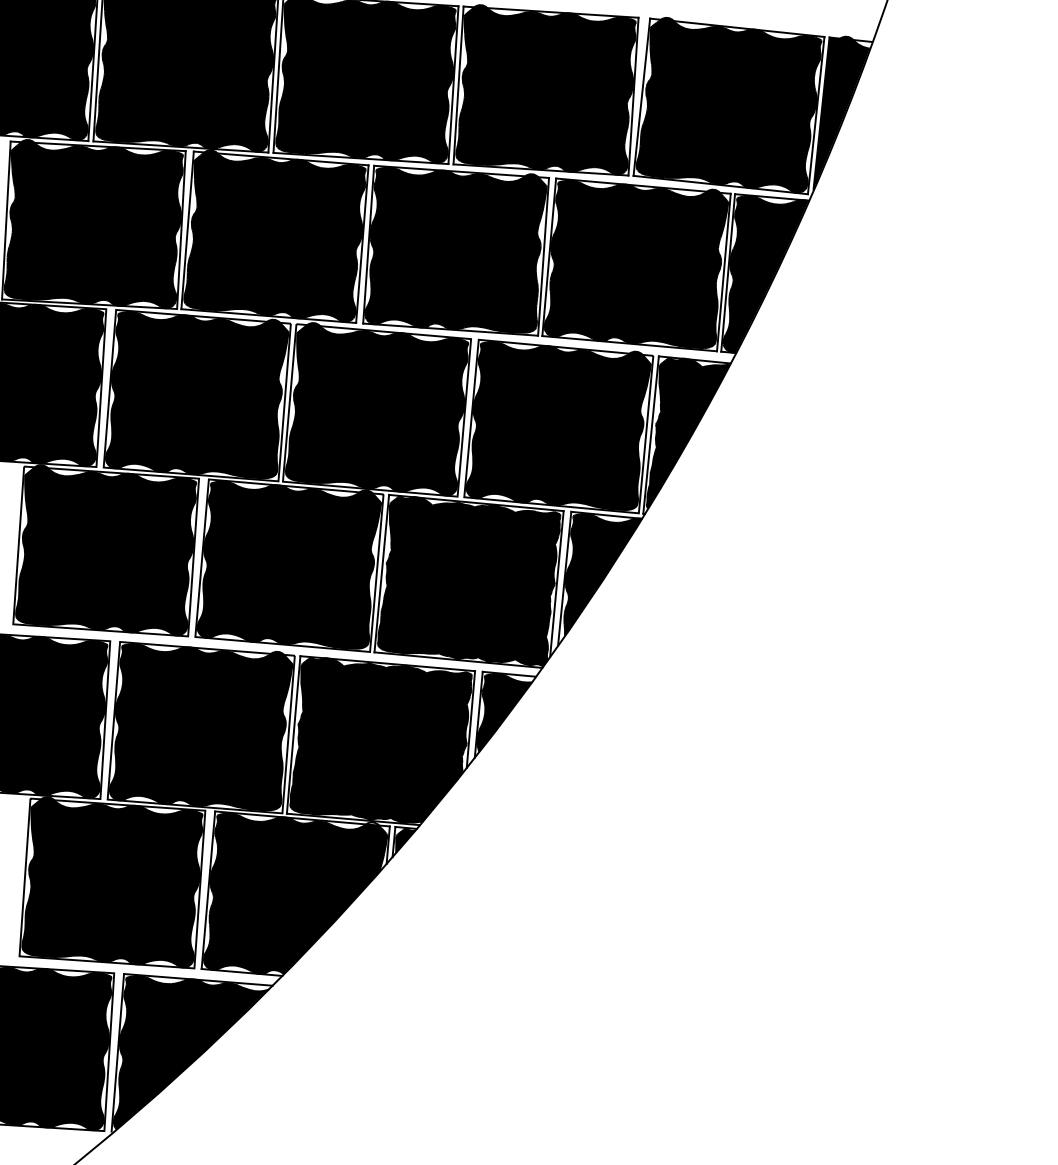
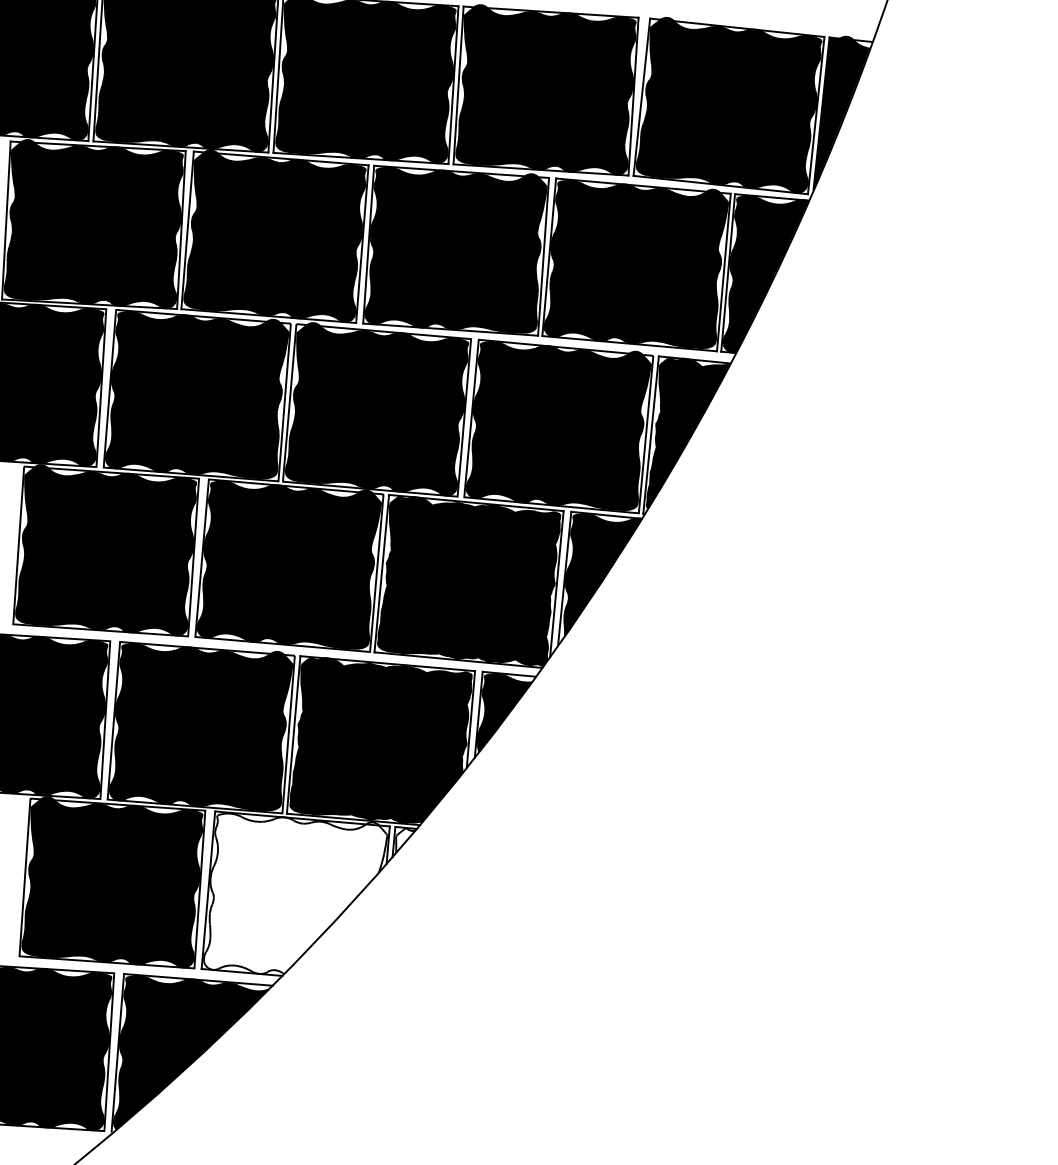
fill at (405, 840): present -> none
fill at (295, 893): present -> none
